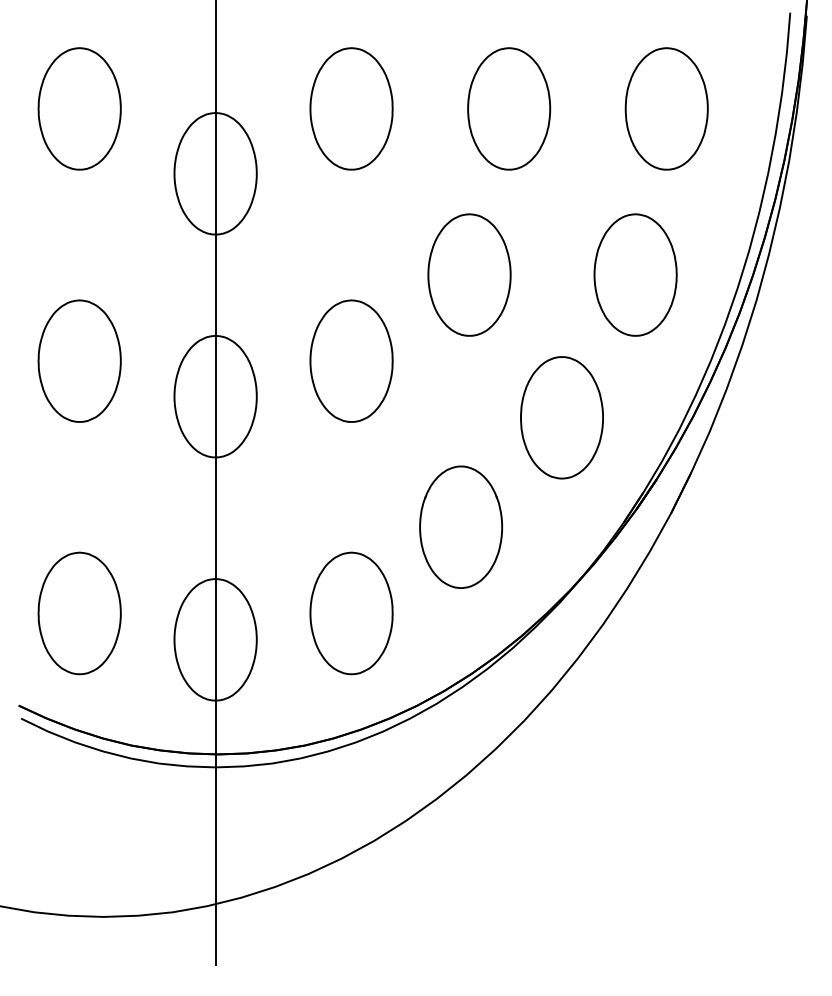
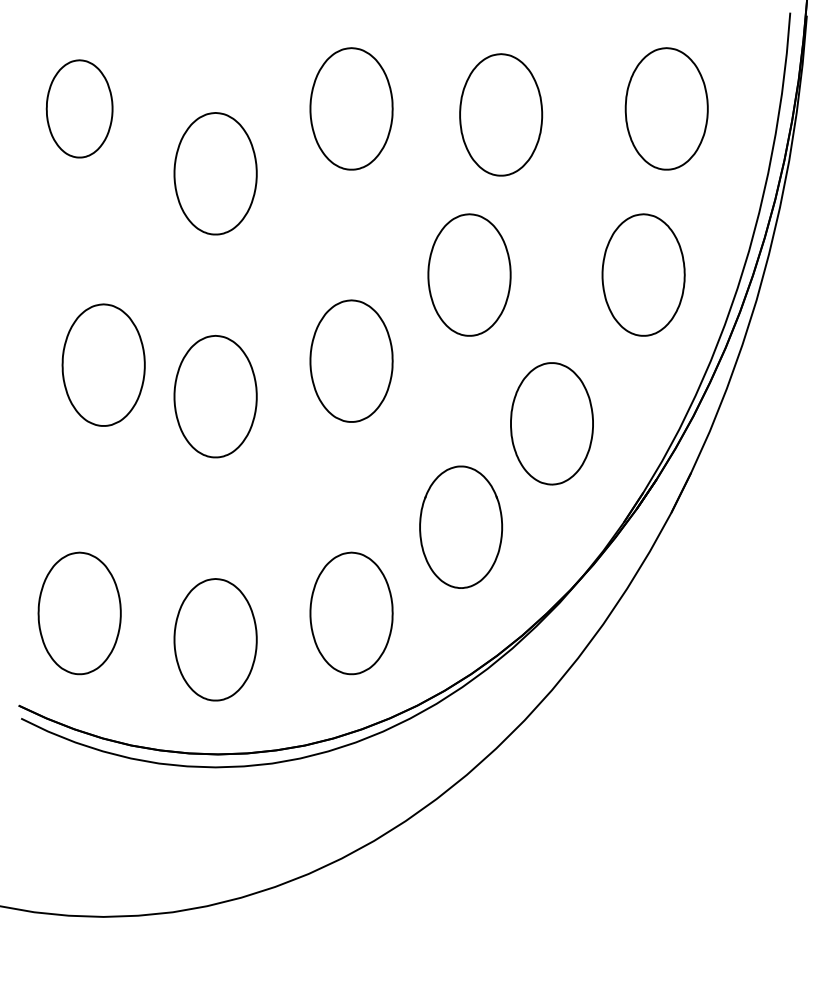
part at (79, 108) size: 85x124 px -> 69x100 px
part at (509, 108) position: (509, 108) -> (501, 114)
part at (635, 274) position: (635, 274) -> (643, 274)
part at (79, 360) position: (79, 360) -> (103, 364)
part at (561, 417) position: (561, 417) -> (551, 423)
line at (215, 484): present -> none
